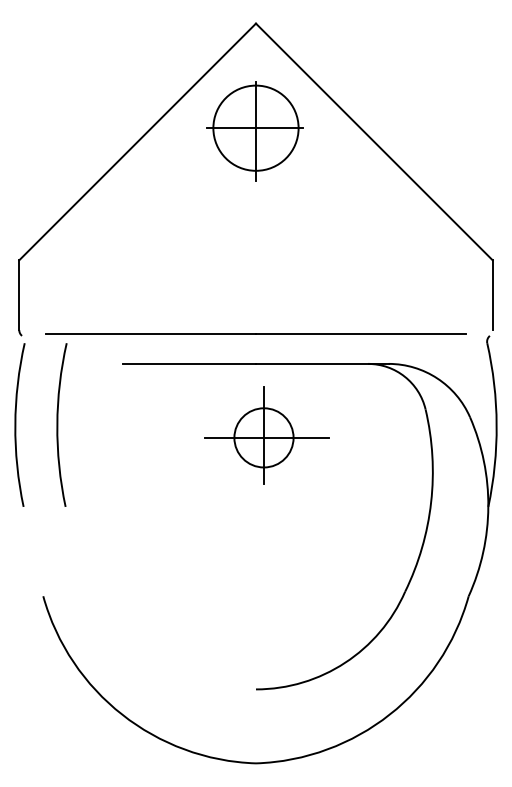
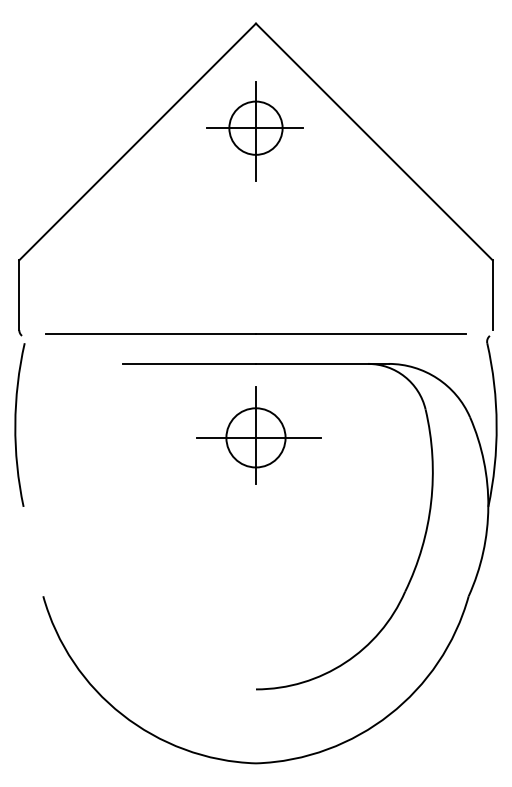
circle at (255, 127) diameter: 85 px -> 53 px
curve at (58, 424): present -> none
part at (266, 435) position: (266, 435) -> (258, 435)
